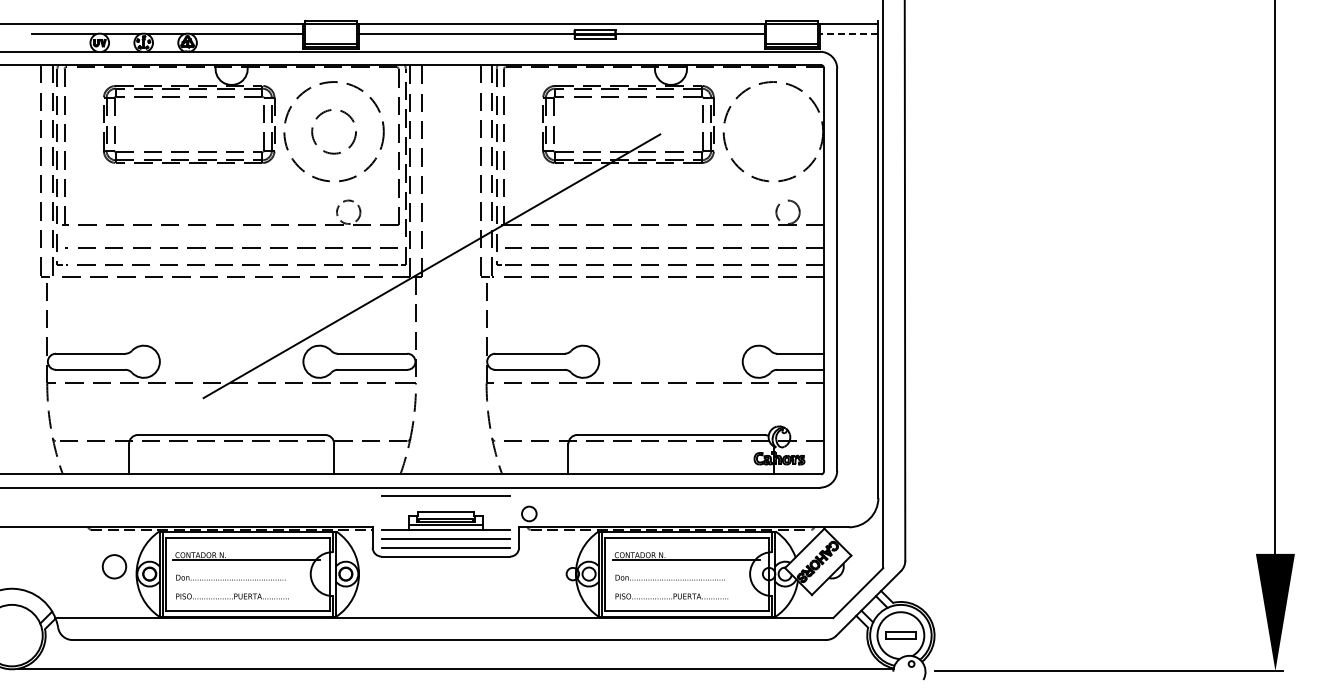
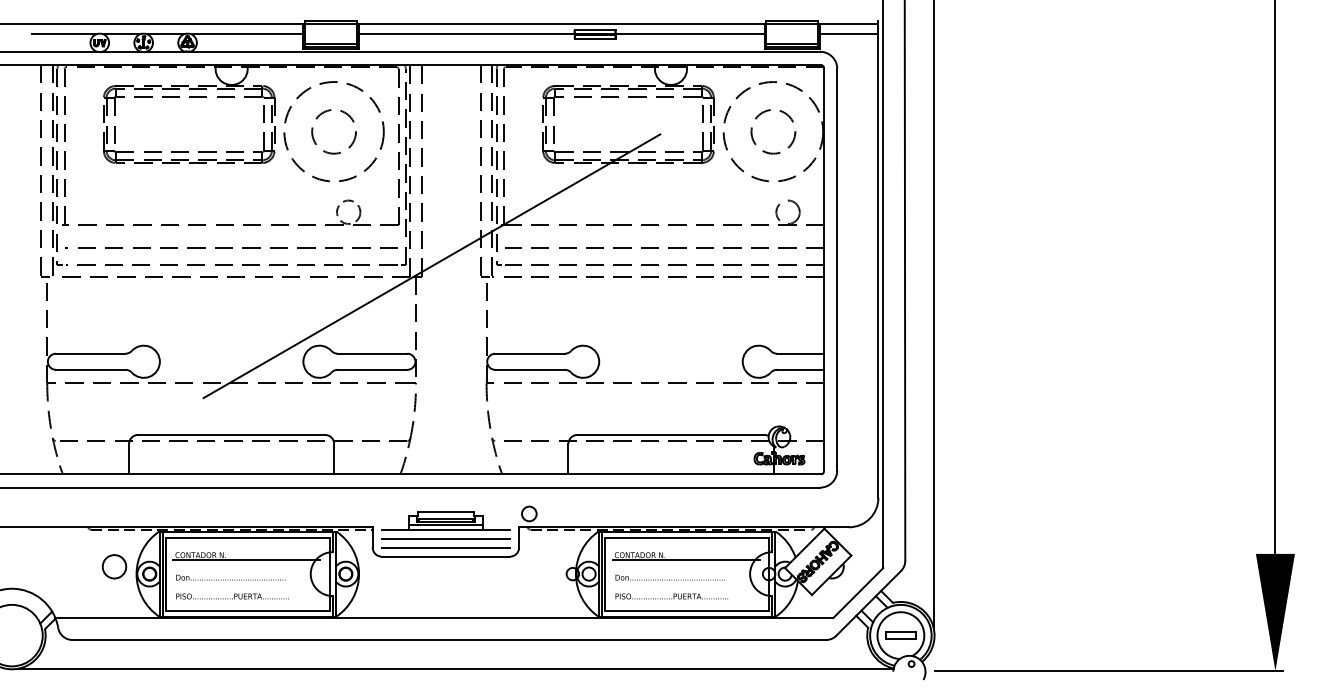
line at (848, 34): dashed -> solid
circle at (773, 131): none -> present
line at (933, 315): none -> present
line at (445, 495): present -> none
